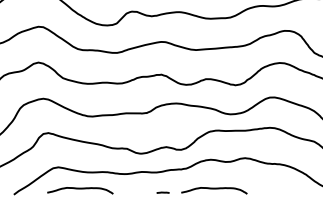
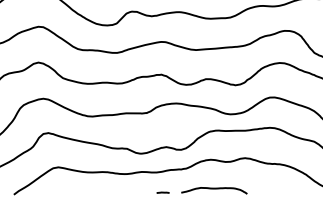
curve at (80, 189): present -> none
